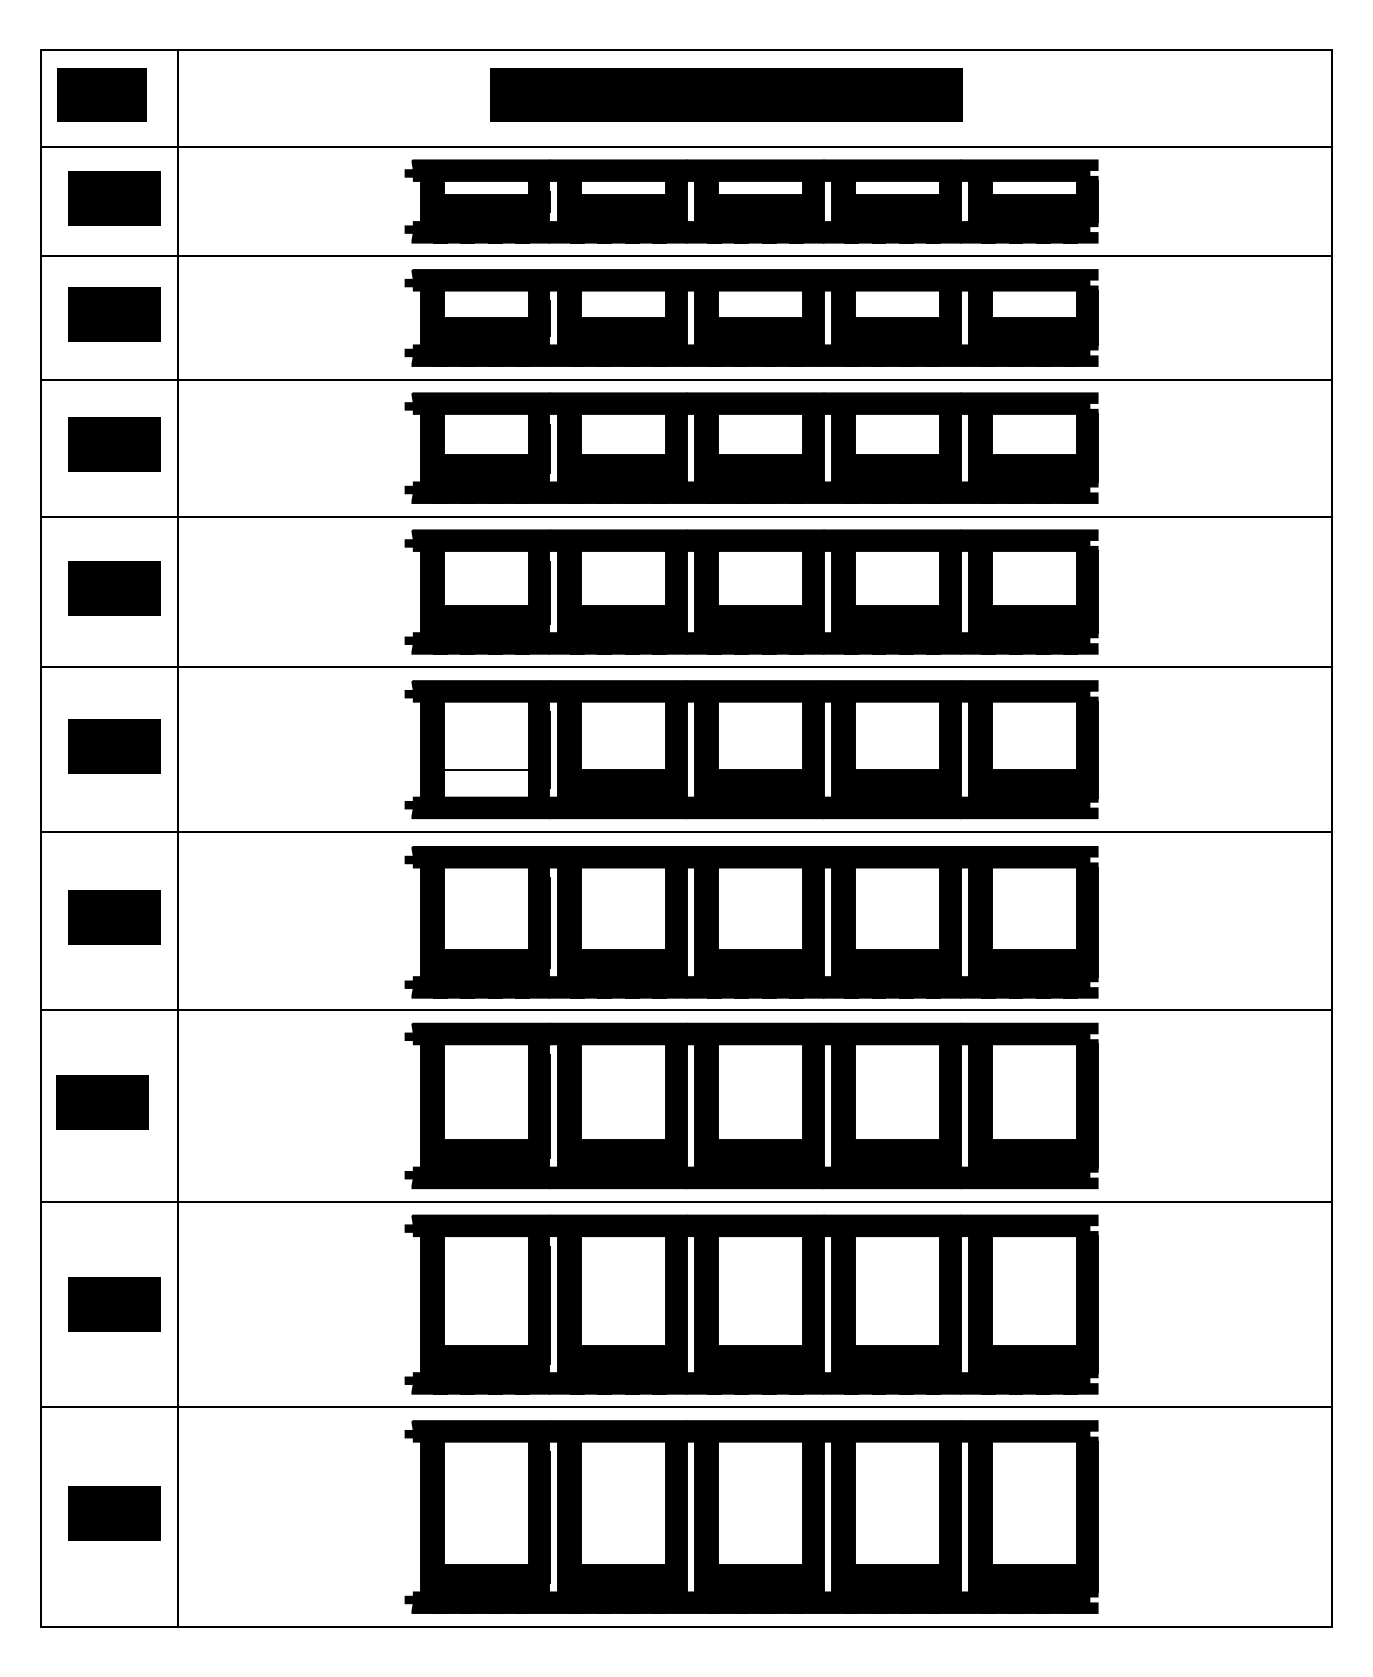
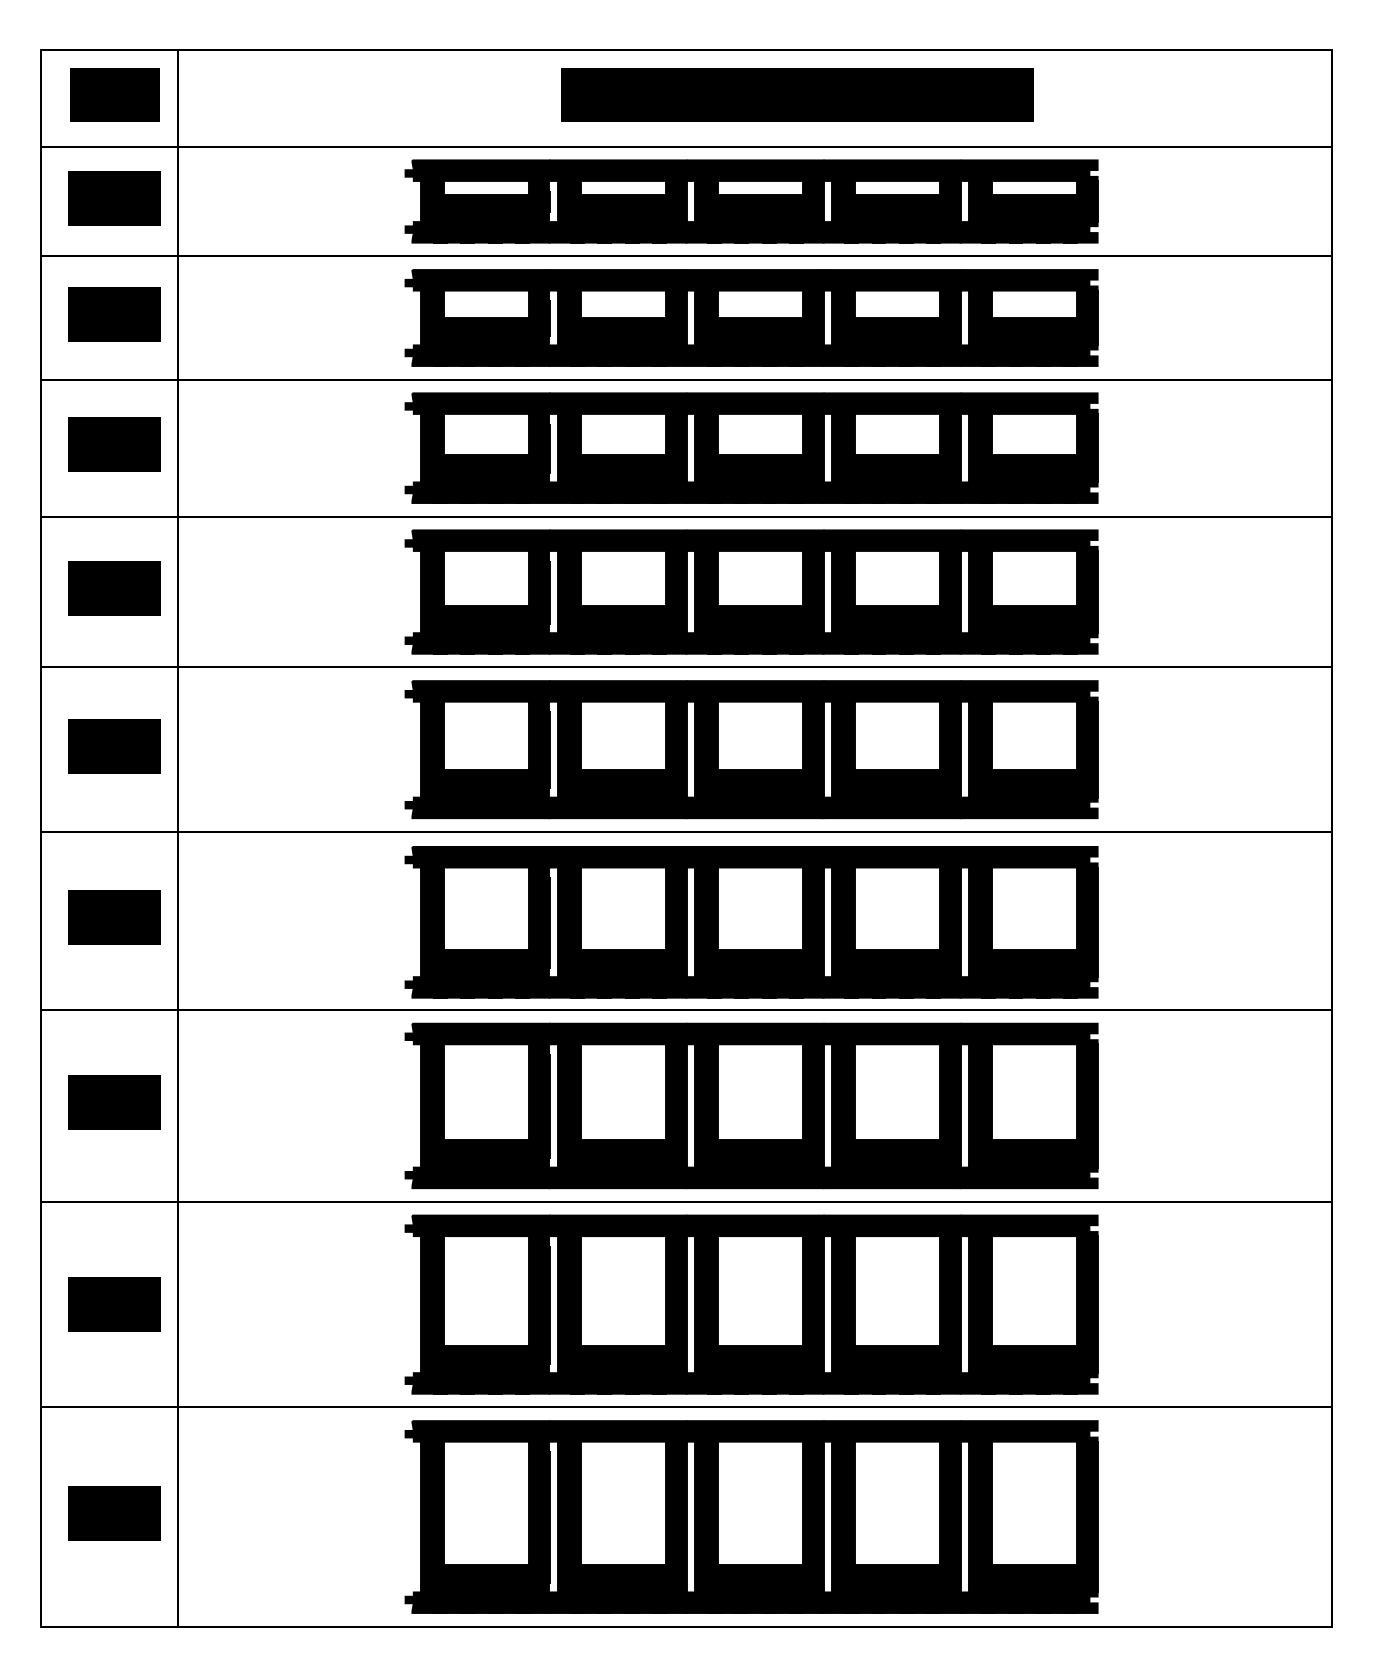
text at (101, 94) position: (101, 94) -> (114, 94)
text at (726, 94) position: (726, 94) -> (797, 94)
fill at (485, 783): none -> present
text at (102, 1102) position: (102, 1102) -> (114, 1102)
